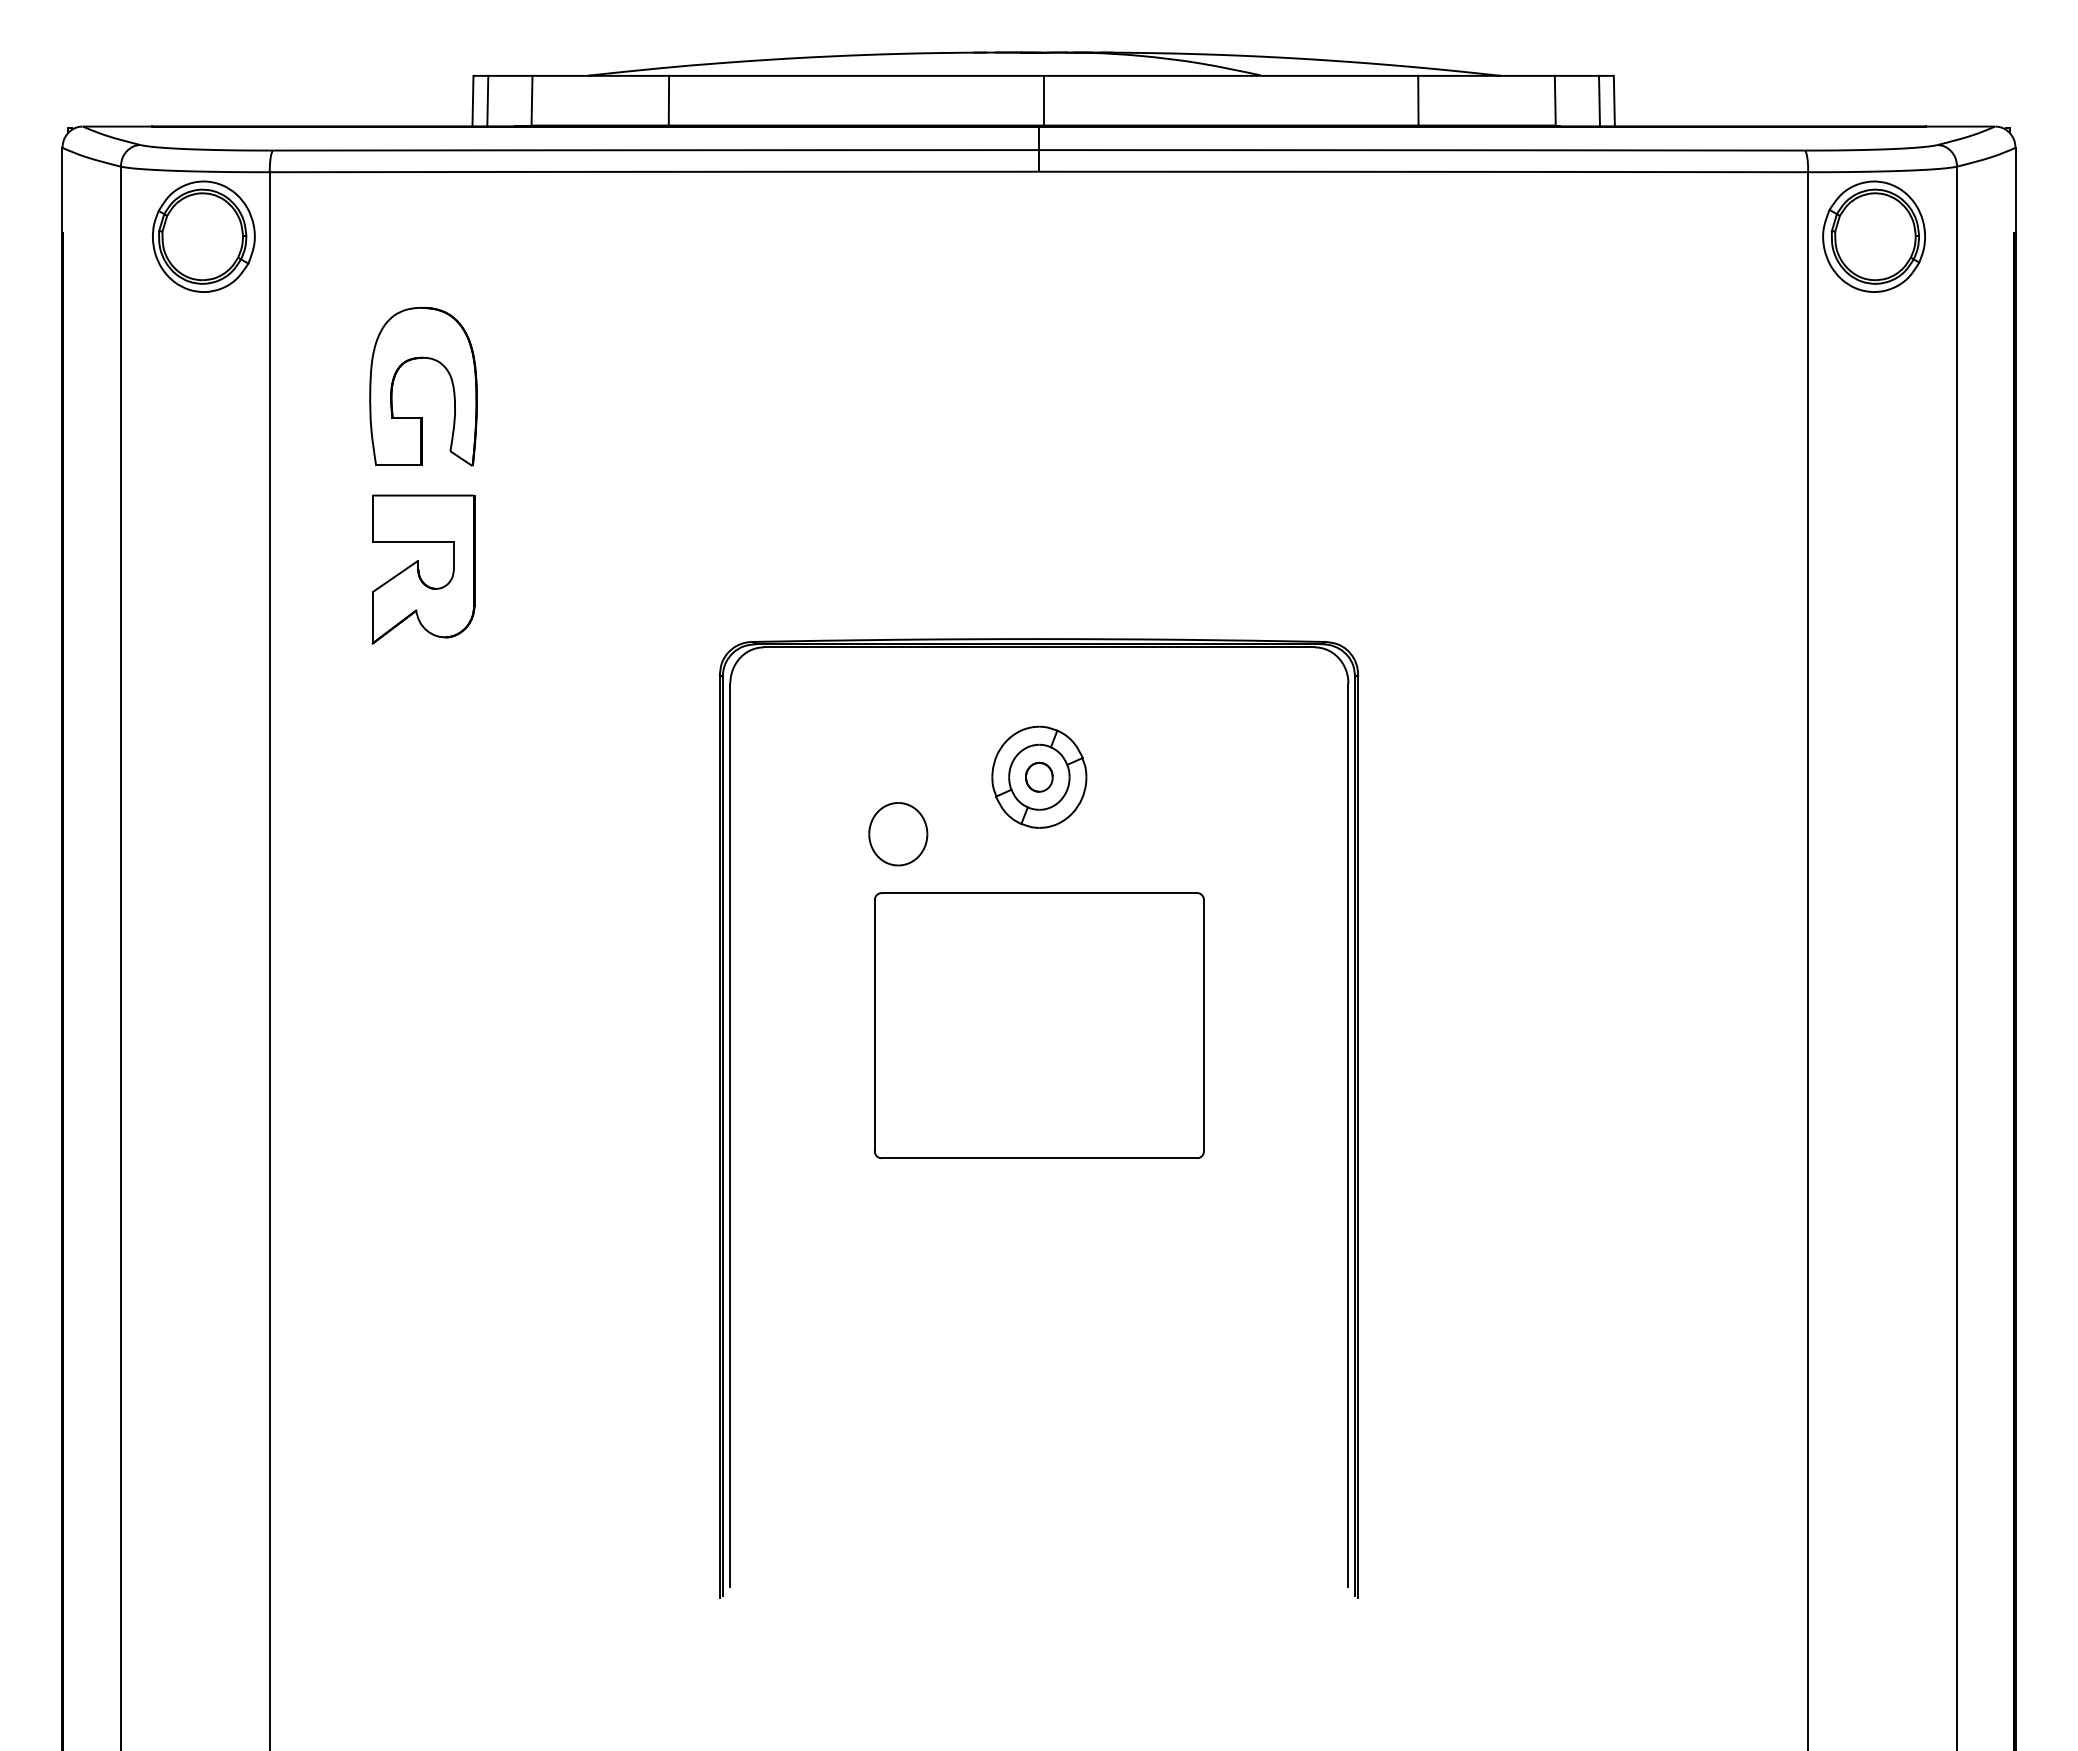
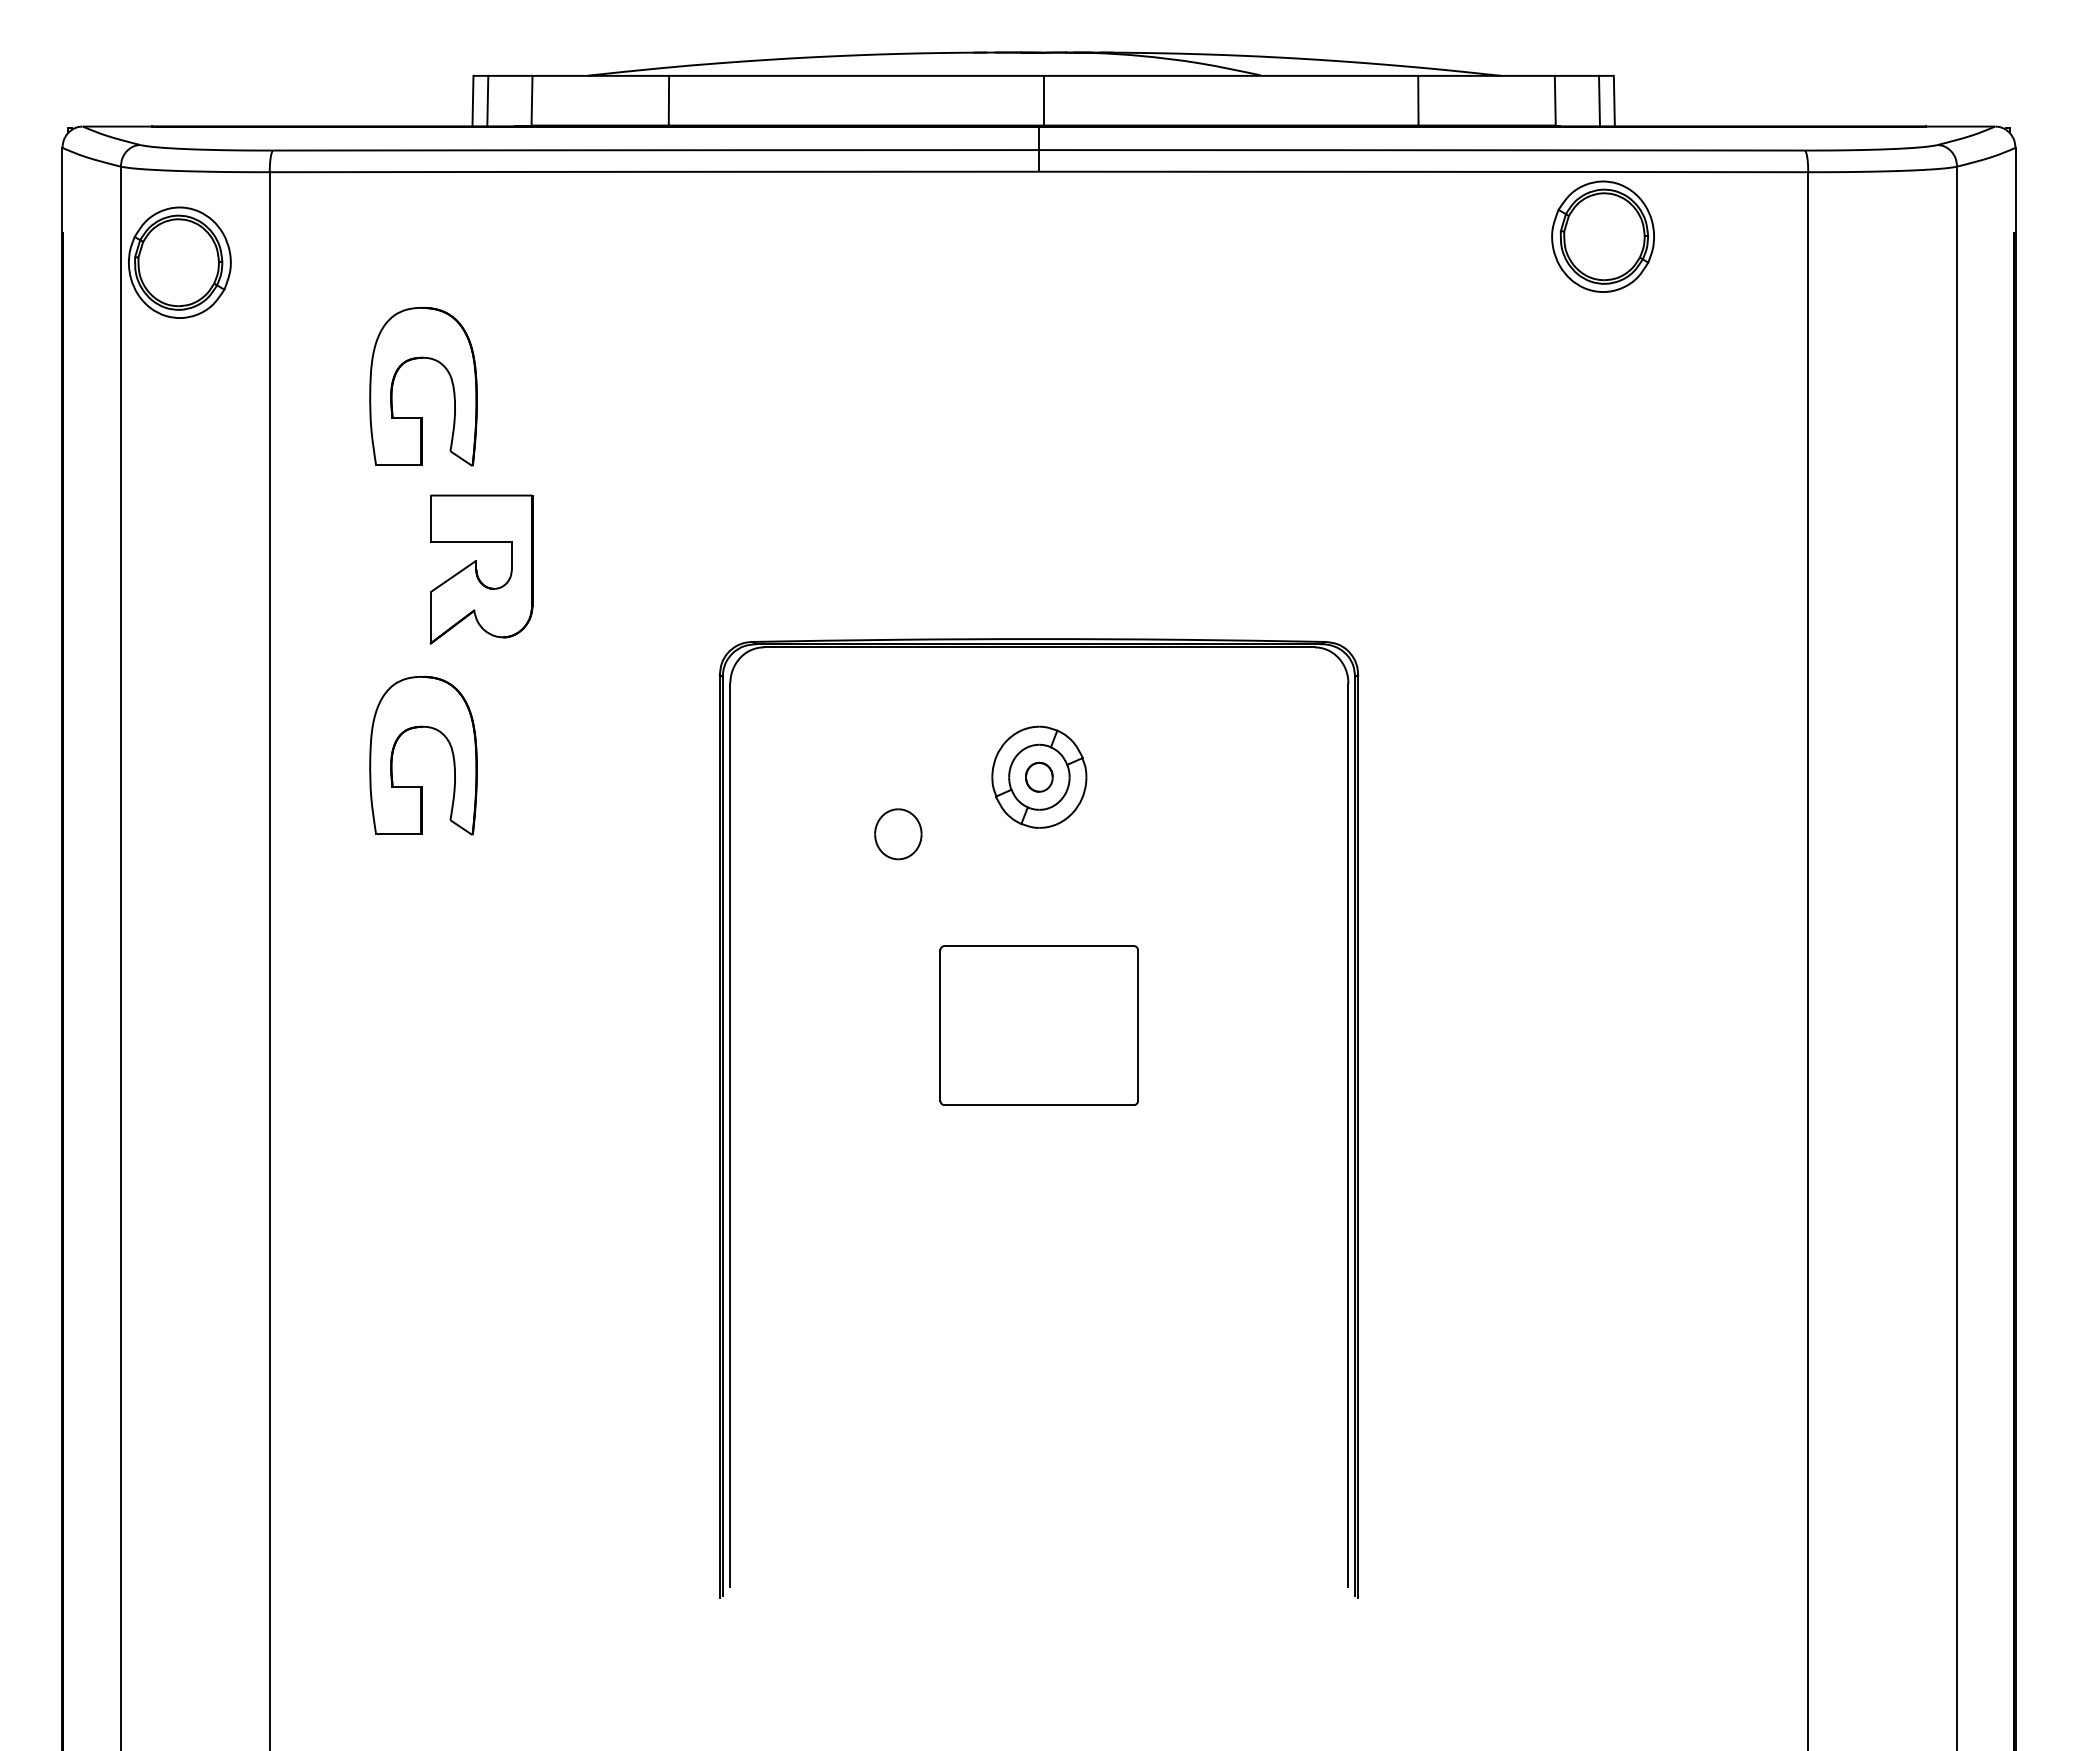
part at (203, 236) position: (203, 236) -> (179, 262)
part at (1873, 236) position: (1873, 236) -> (1602, 236)
part at (423, 569) position: (423, 569) -> (481, 569)
part at (428, 728): none -> present
part at (898, 834) size: 61x65 px -> 49x53 px
part at (1038, 1025) size: 332x267 px -> 200x161 px
